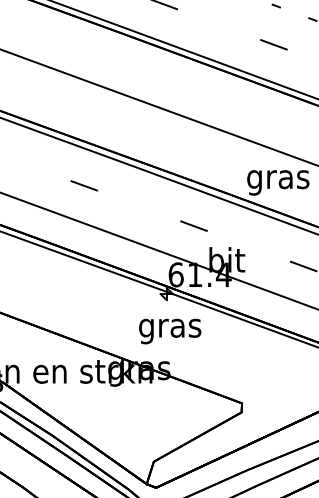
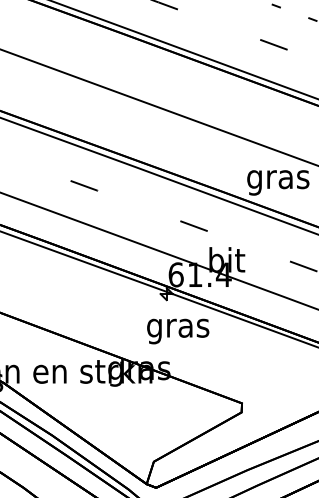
text at (170, 331) position: (170, 331) -> (178, 331)
